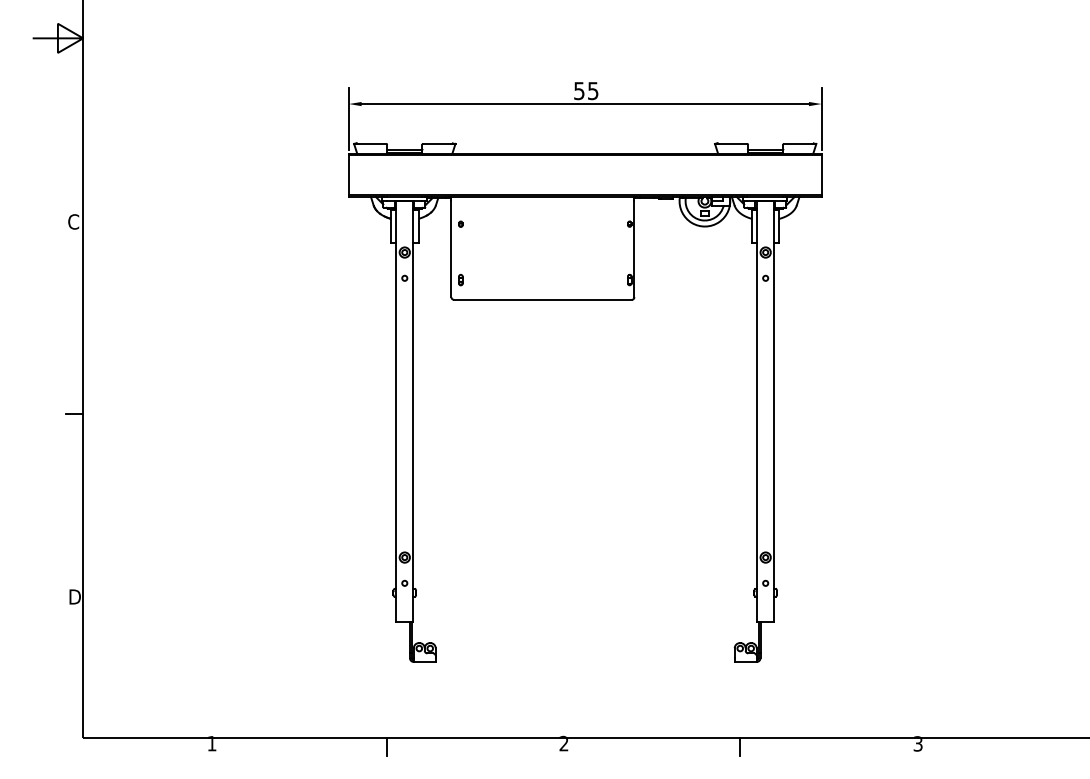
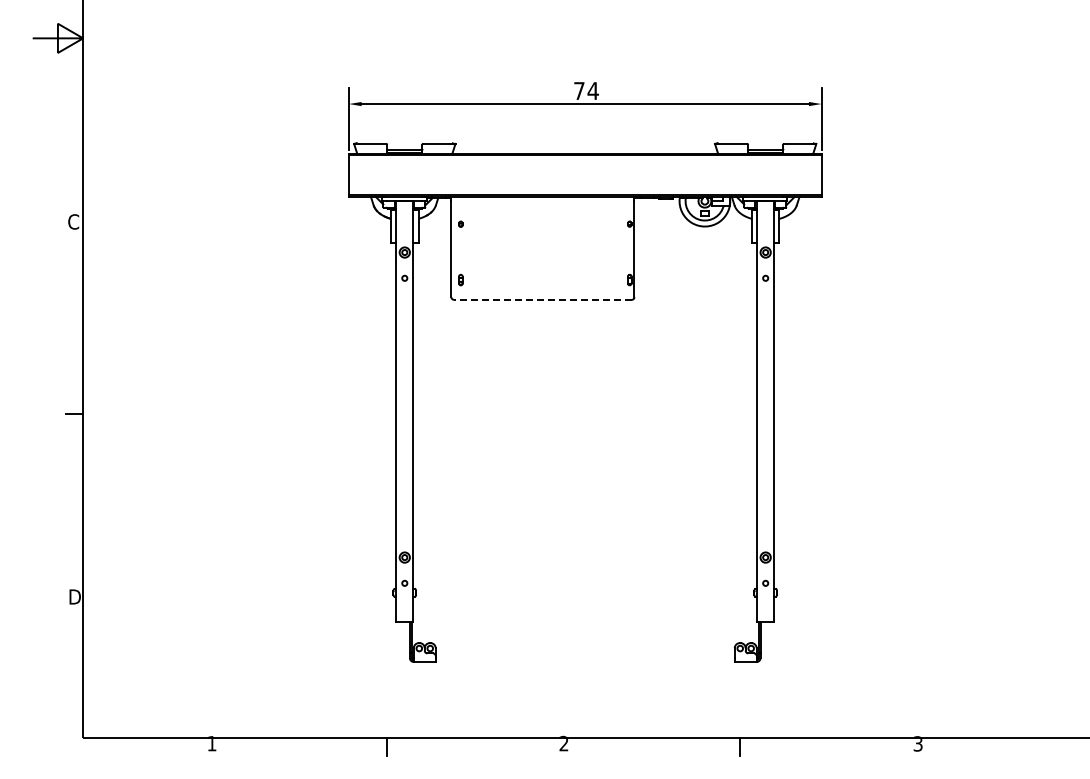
text at (586, 91): 55 -> 74
line at (542, 299): solid -> dashed
